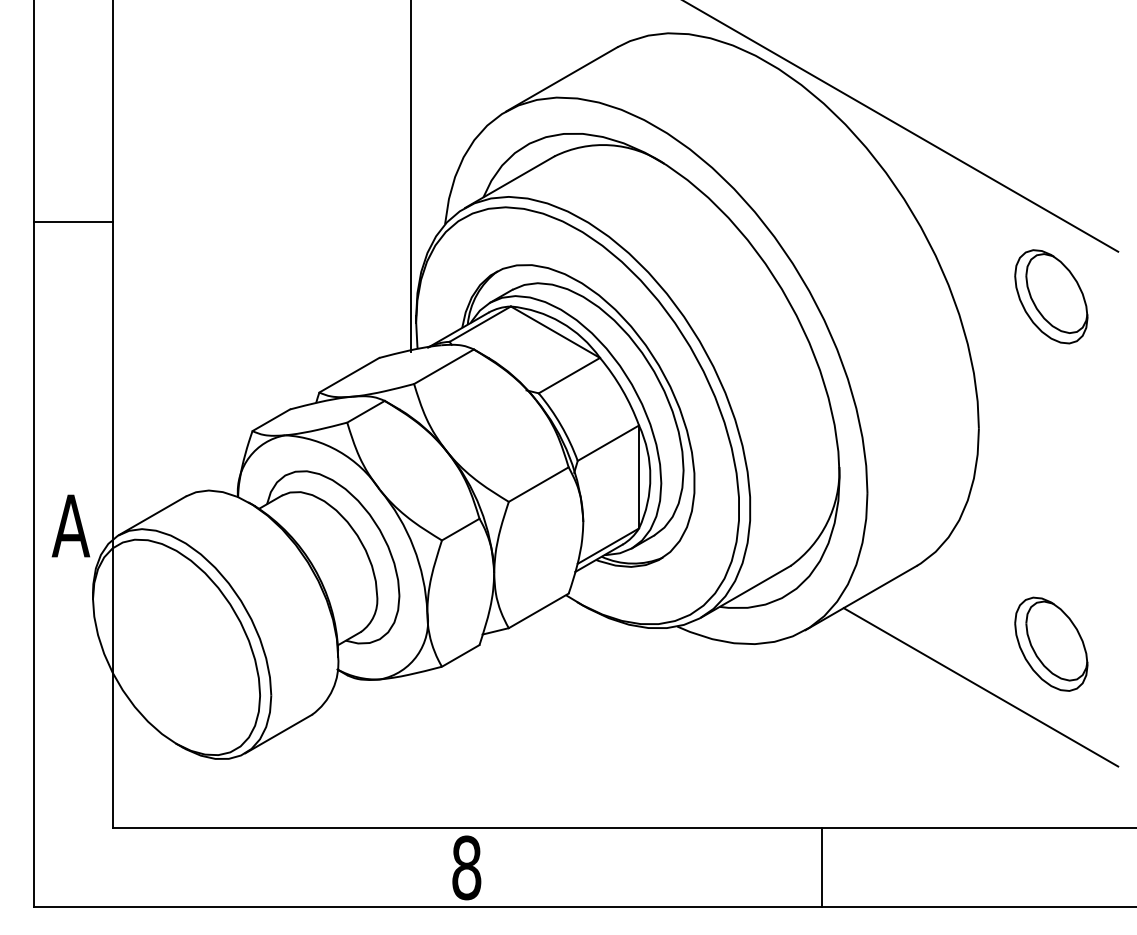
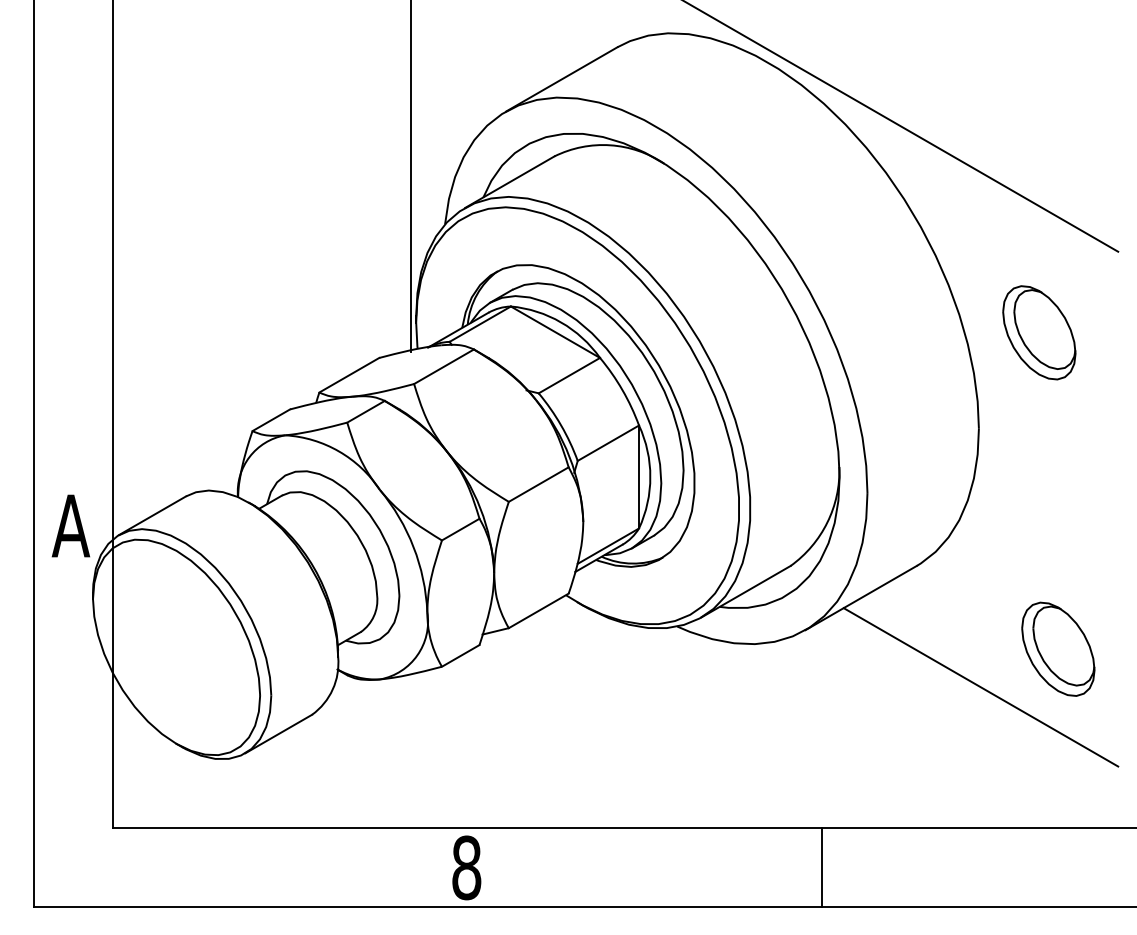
line at (73, 221): present -> none
part at (1051, 296) position: (1051, 296) -> (1039, 332)
part at (1051, 643) position: (1051, 643) -> (1058, 648)
